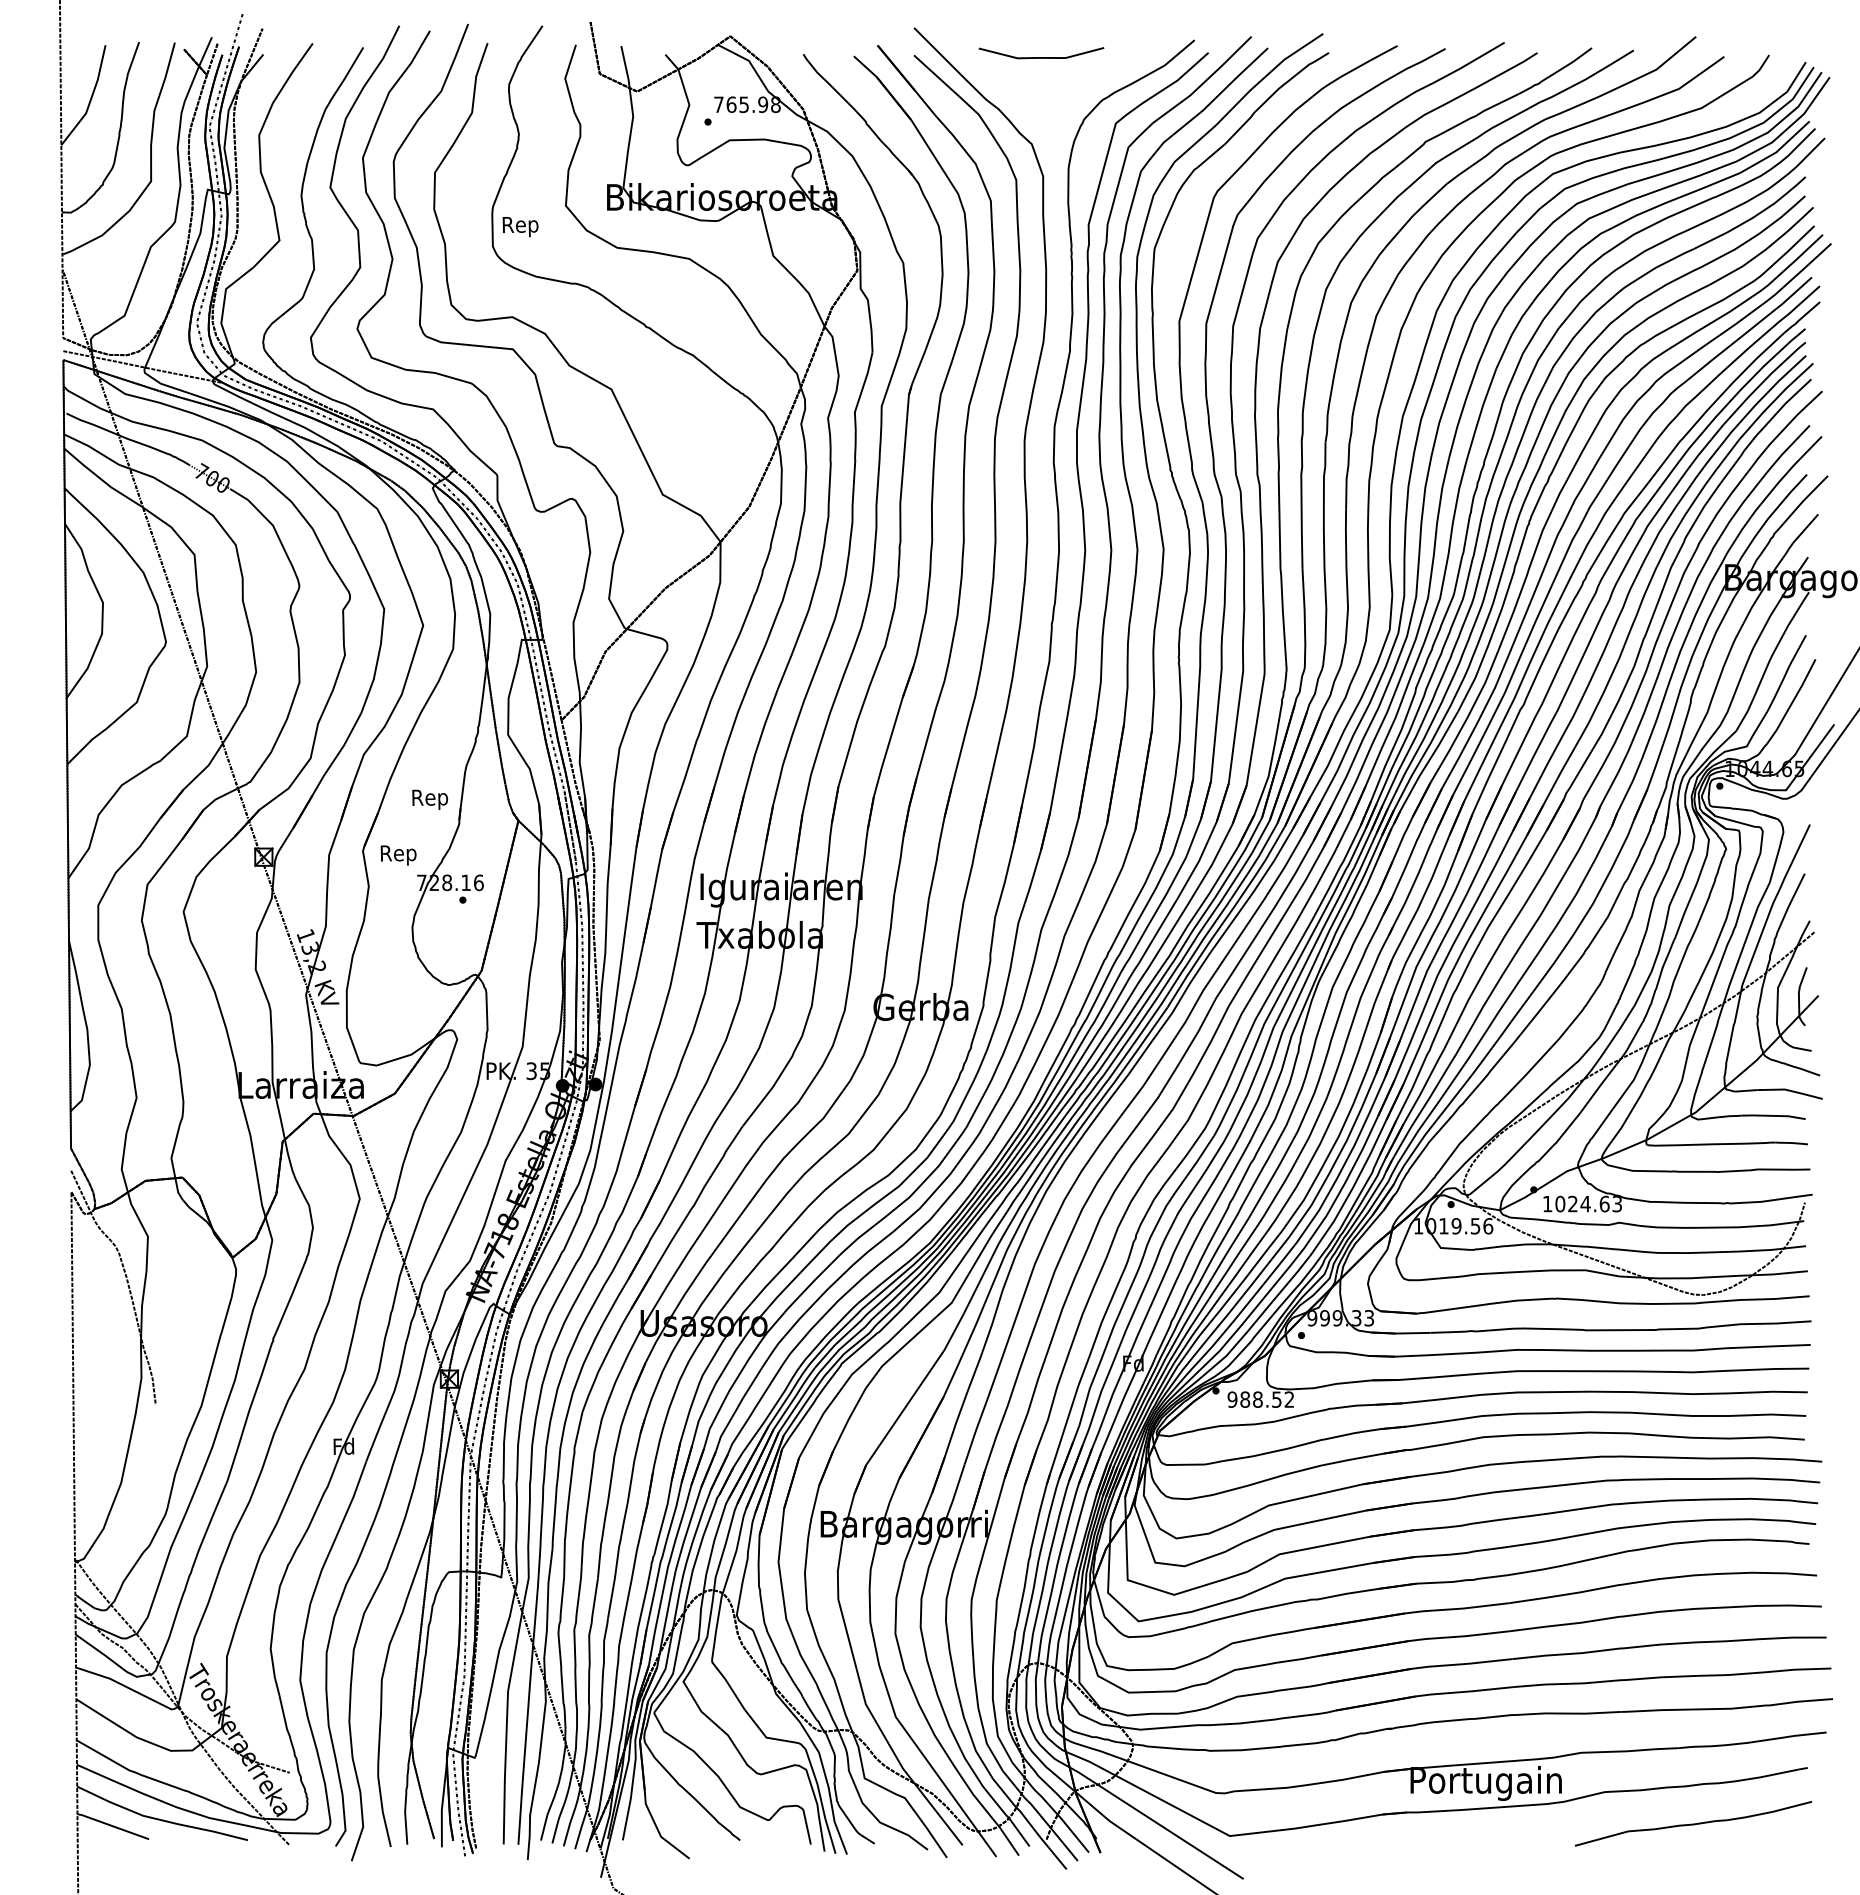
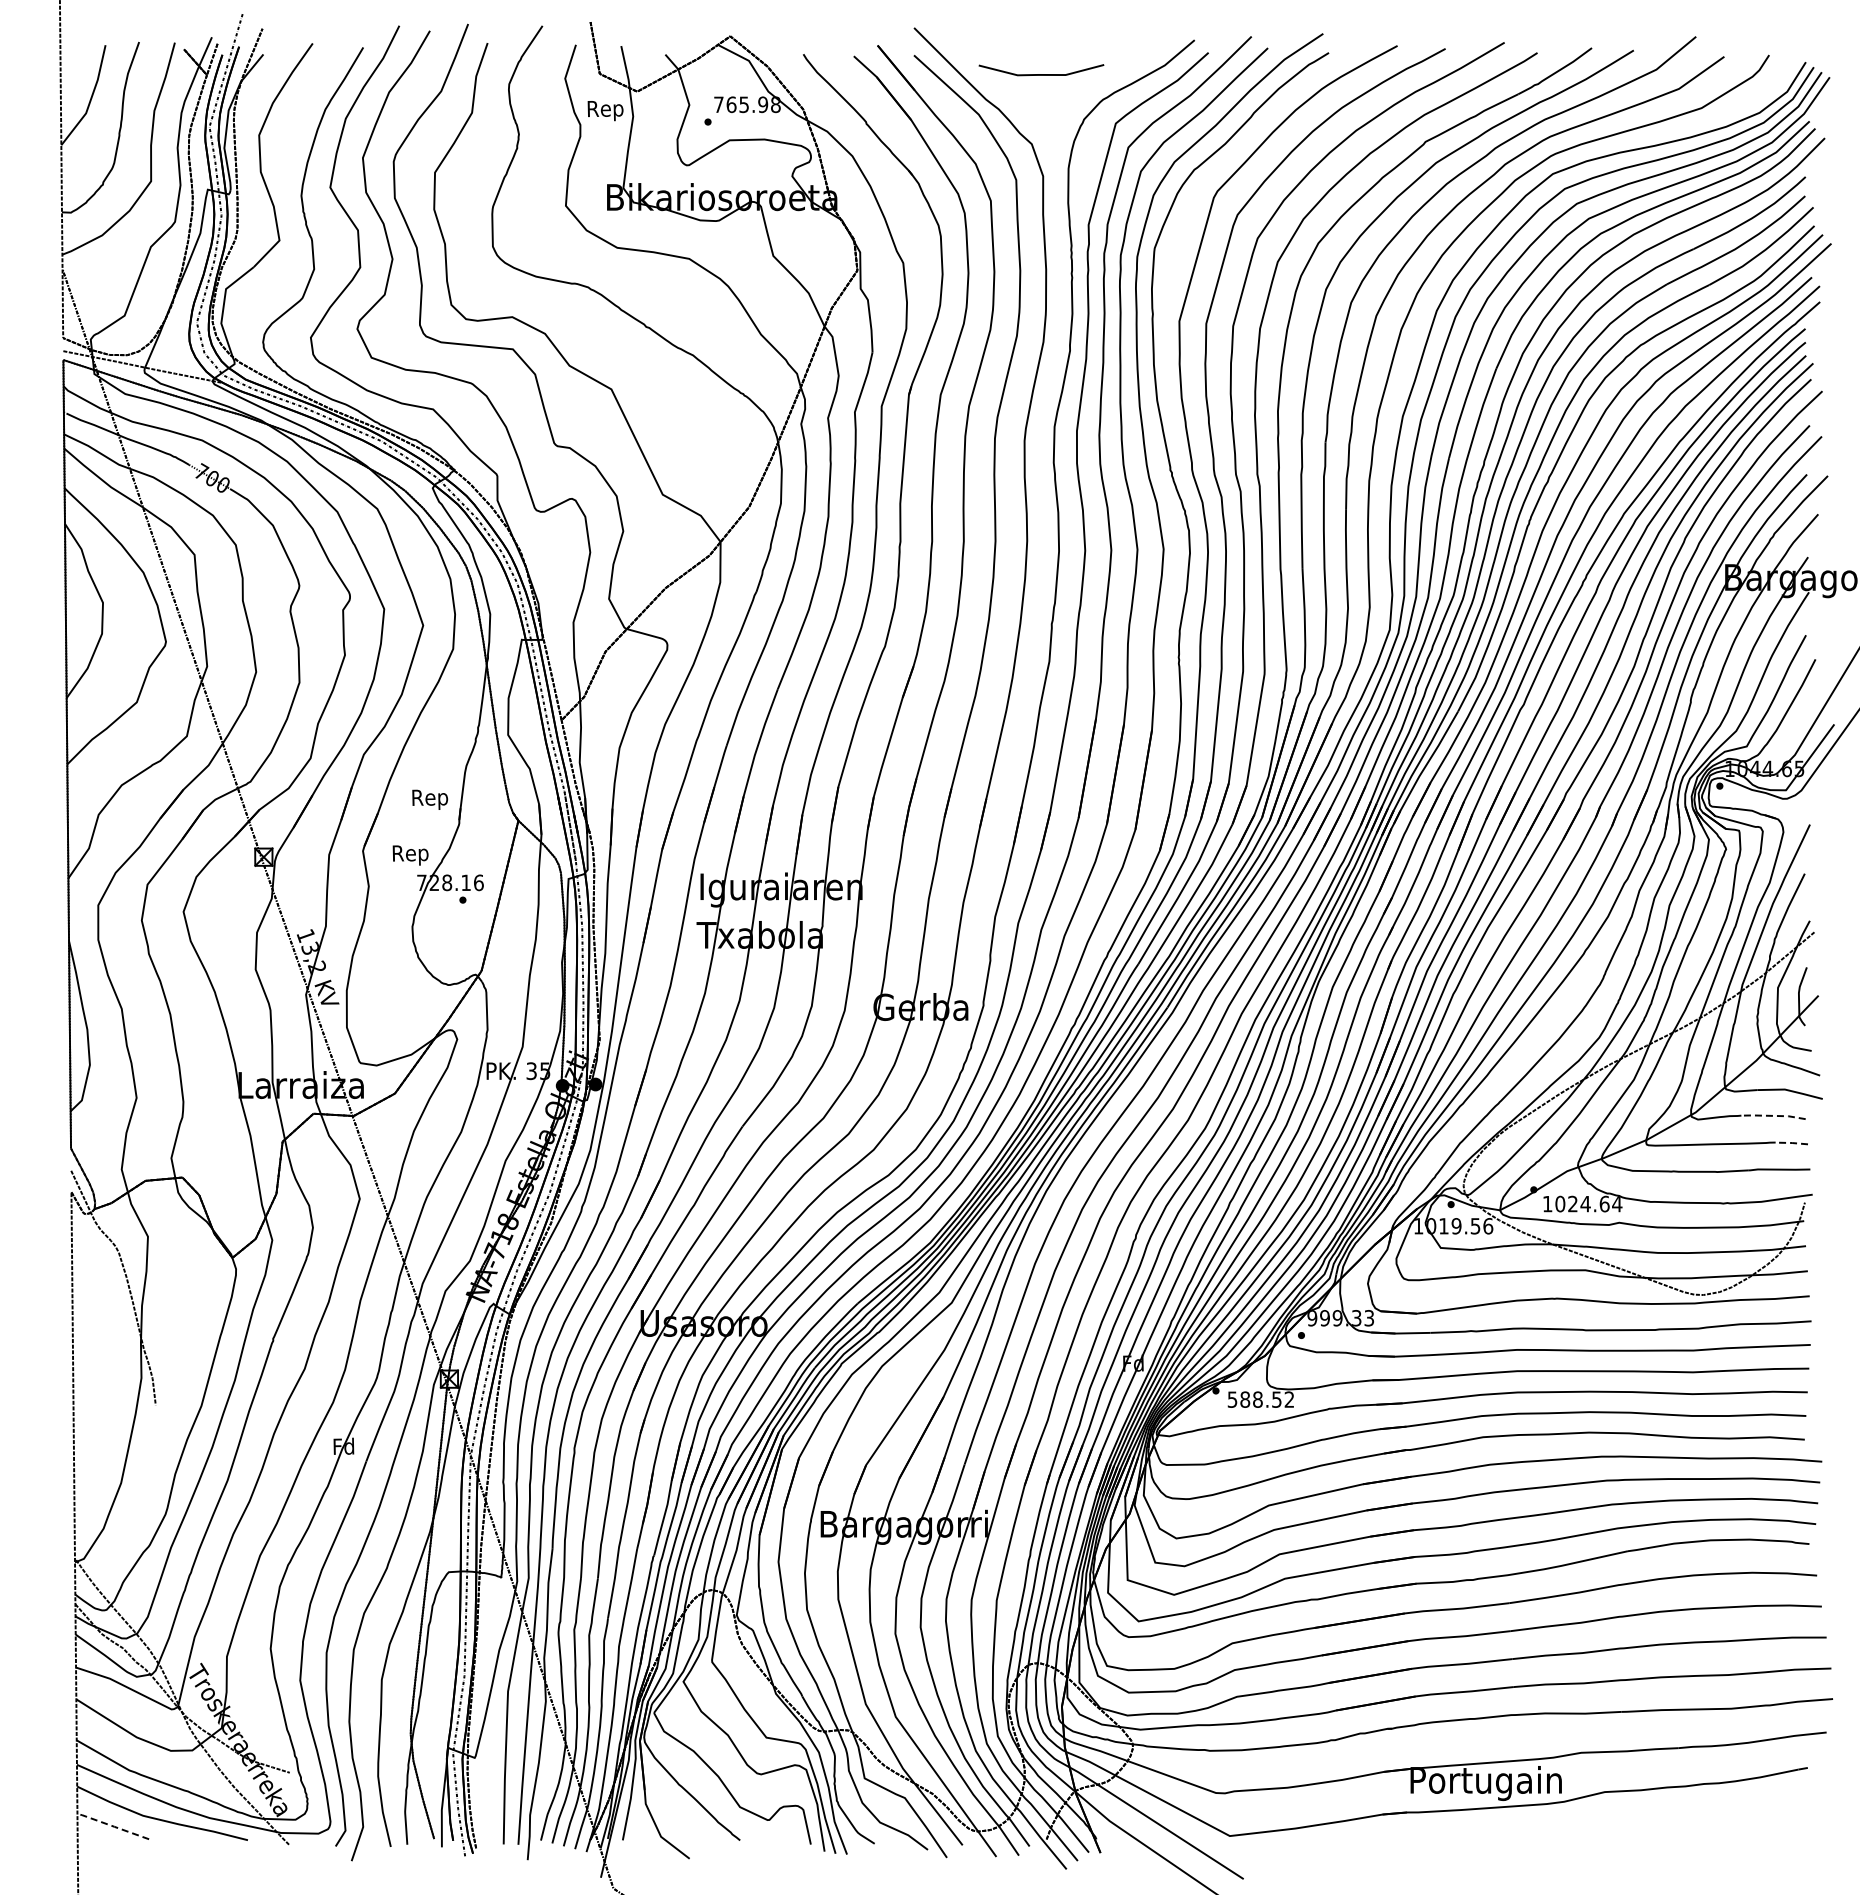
line at (1041, 57) position: (1041, 57) -> (1041, 74)
text at (520, 227) position: (520, 227) -> (605, 111)
text at (398, 855) position: (398, 855) -> (410, 855)
line at (1773, 1115): solid -> dashed
line at (1791, 1143): solid -> dashed
text at (1617, 1204): 1024.63 -> 1024.64
text at (1232, 1399): 988.52 -> 588.52
part at (1692, 1823): present -> none
line at (112, 1826): solid -> dashed
